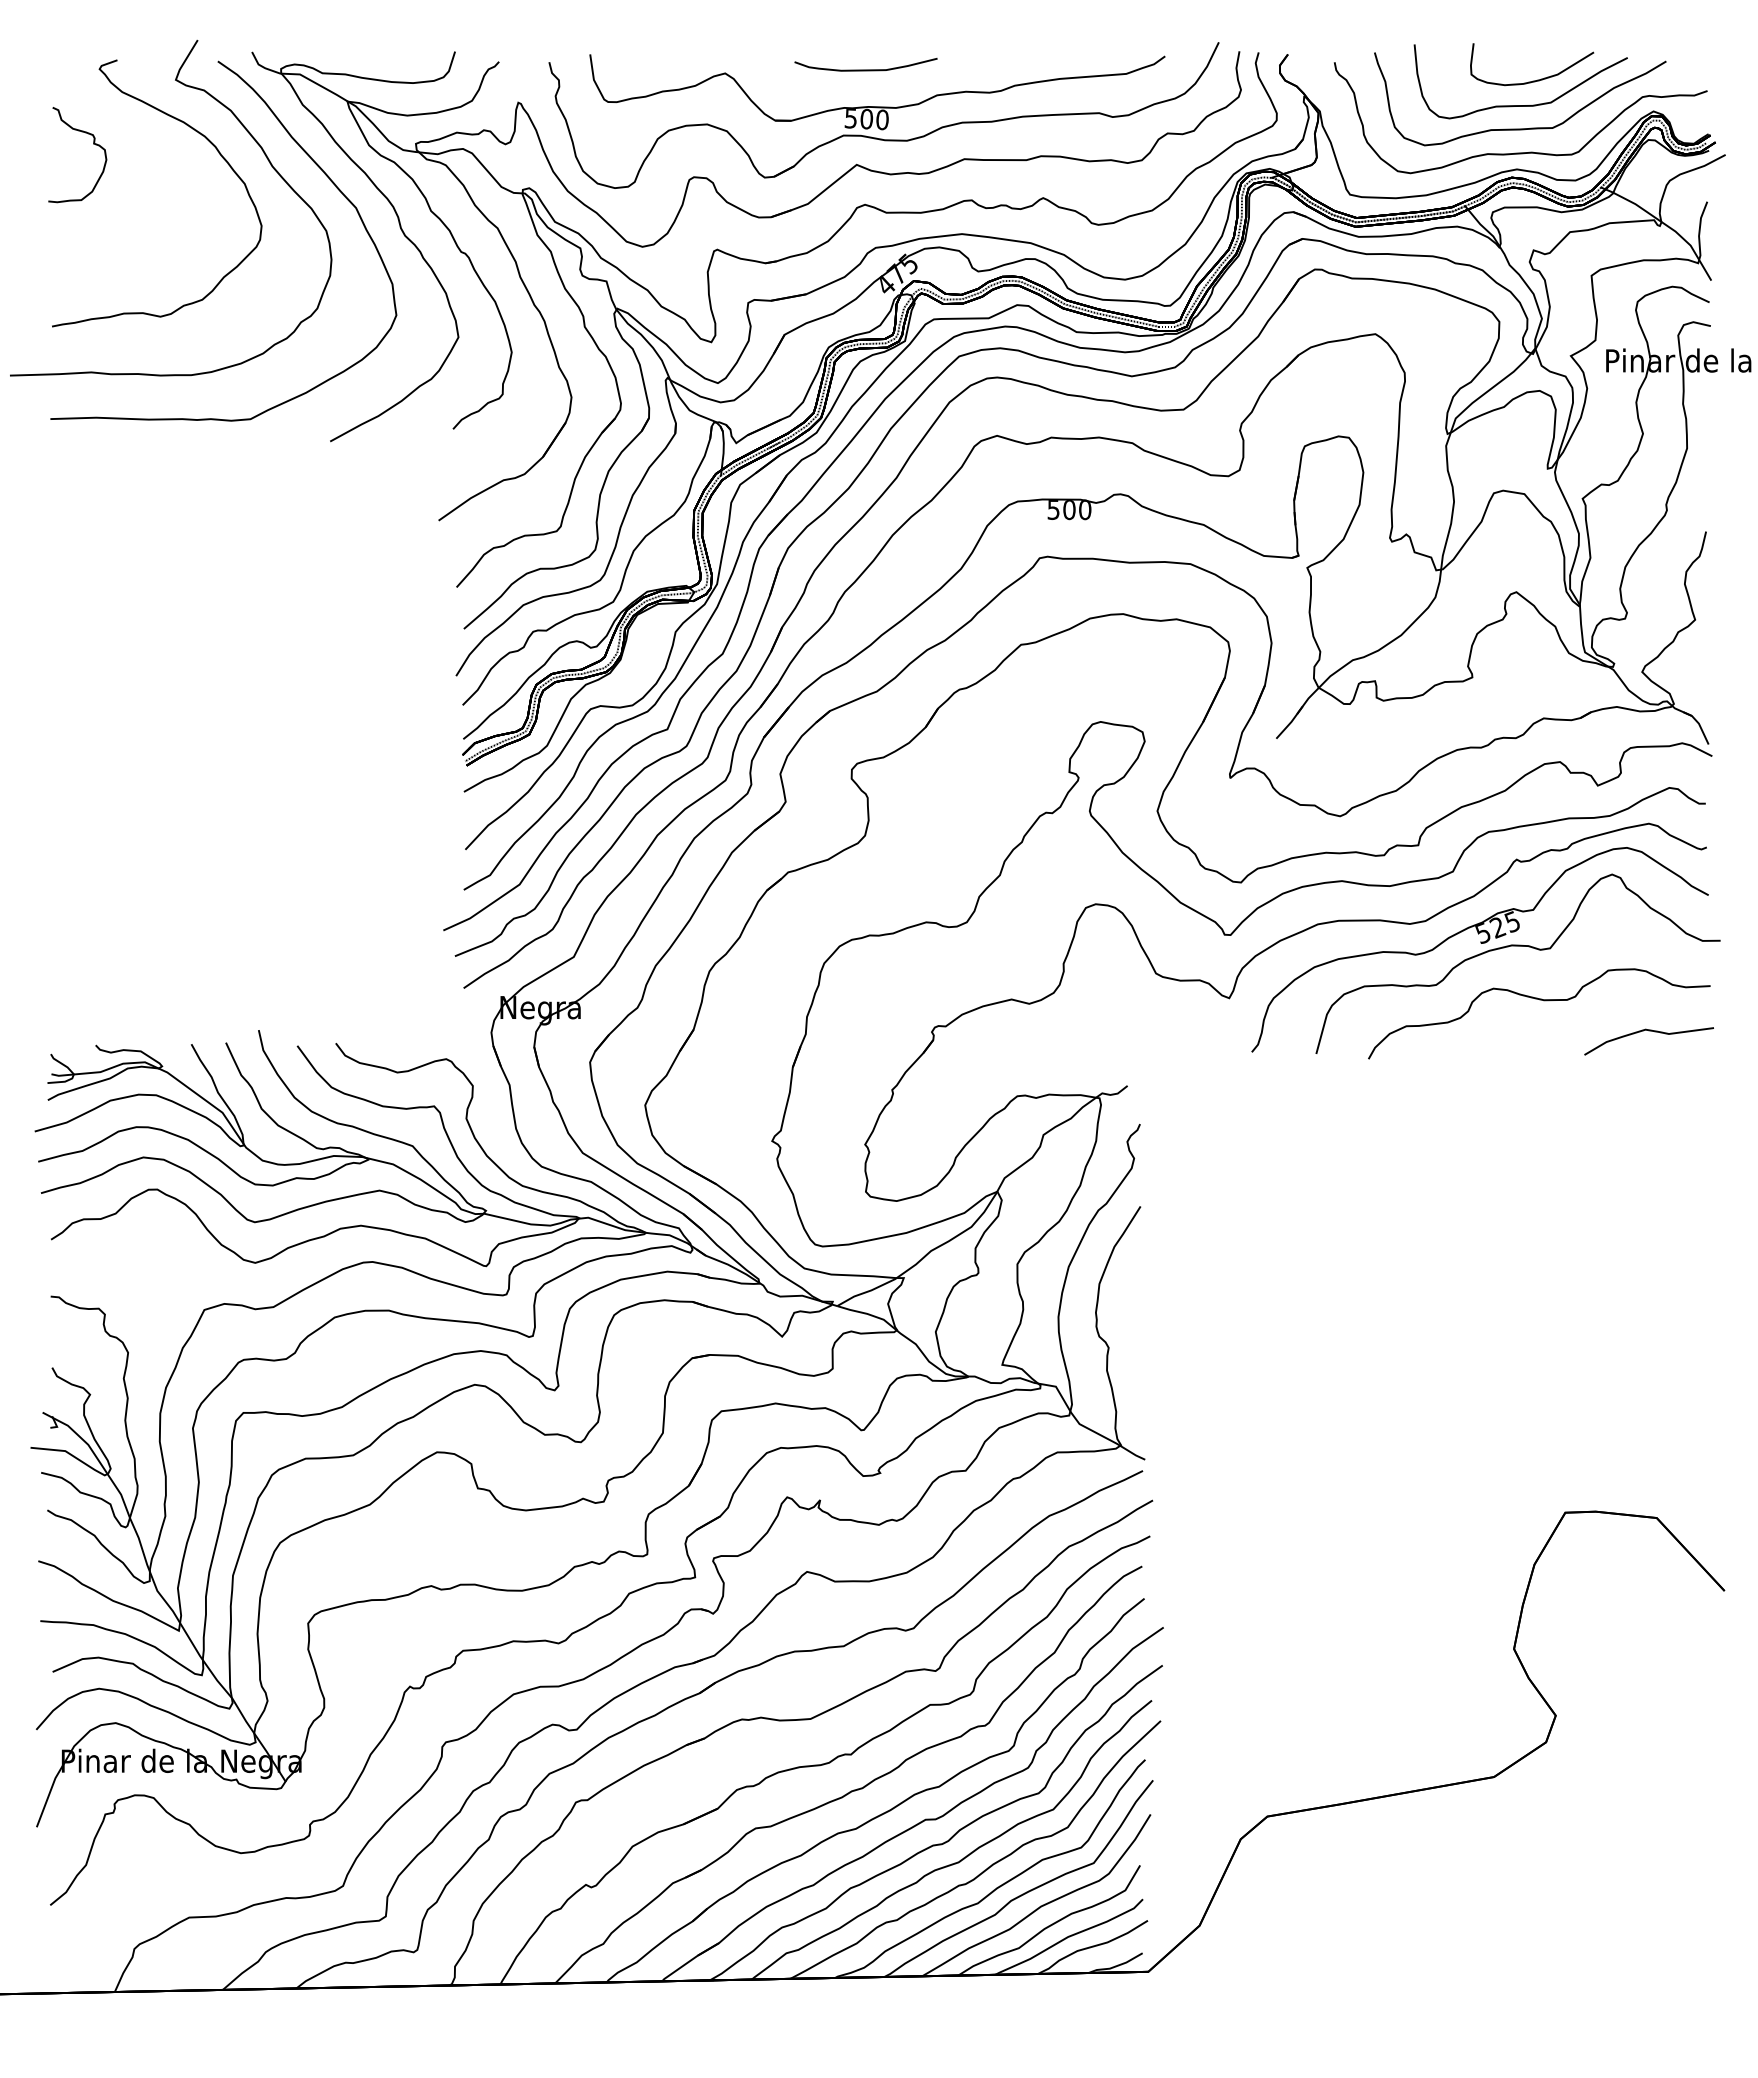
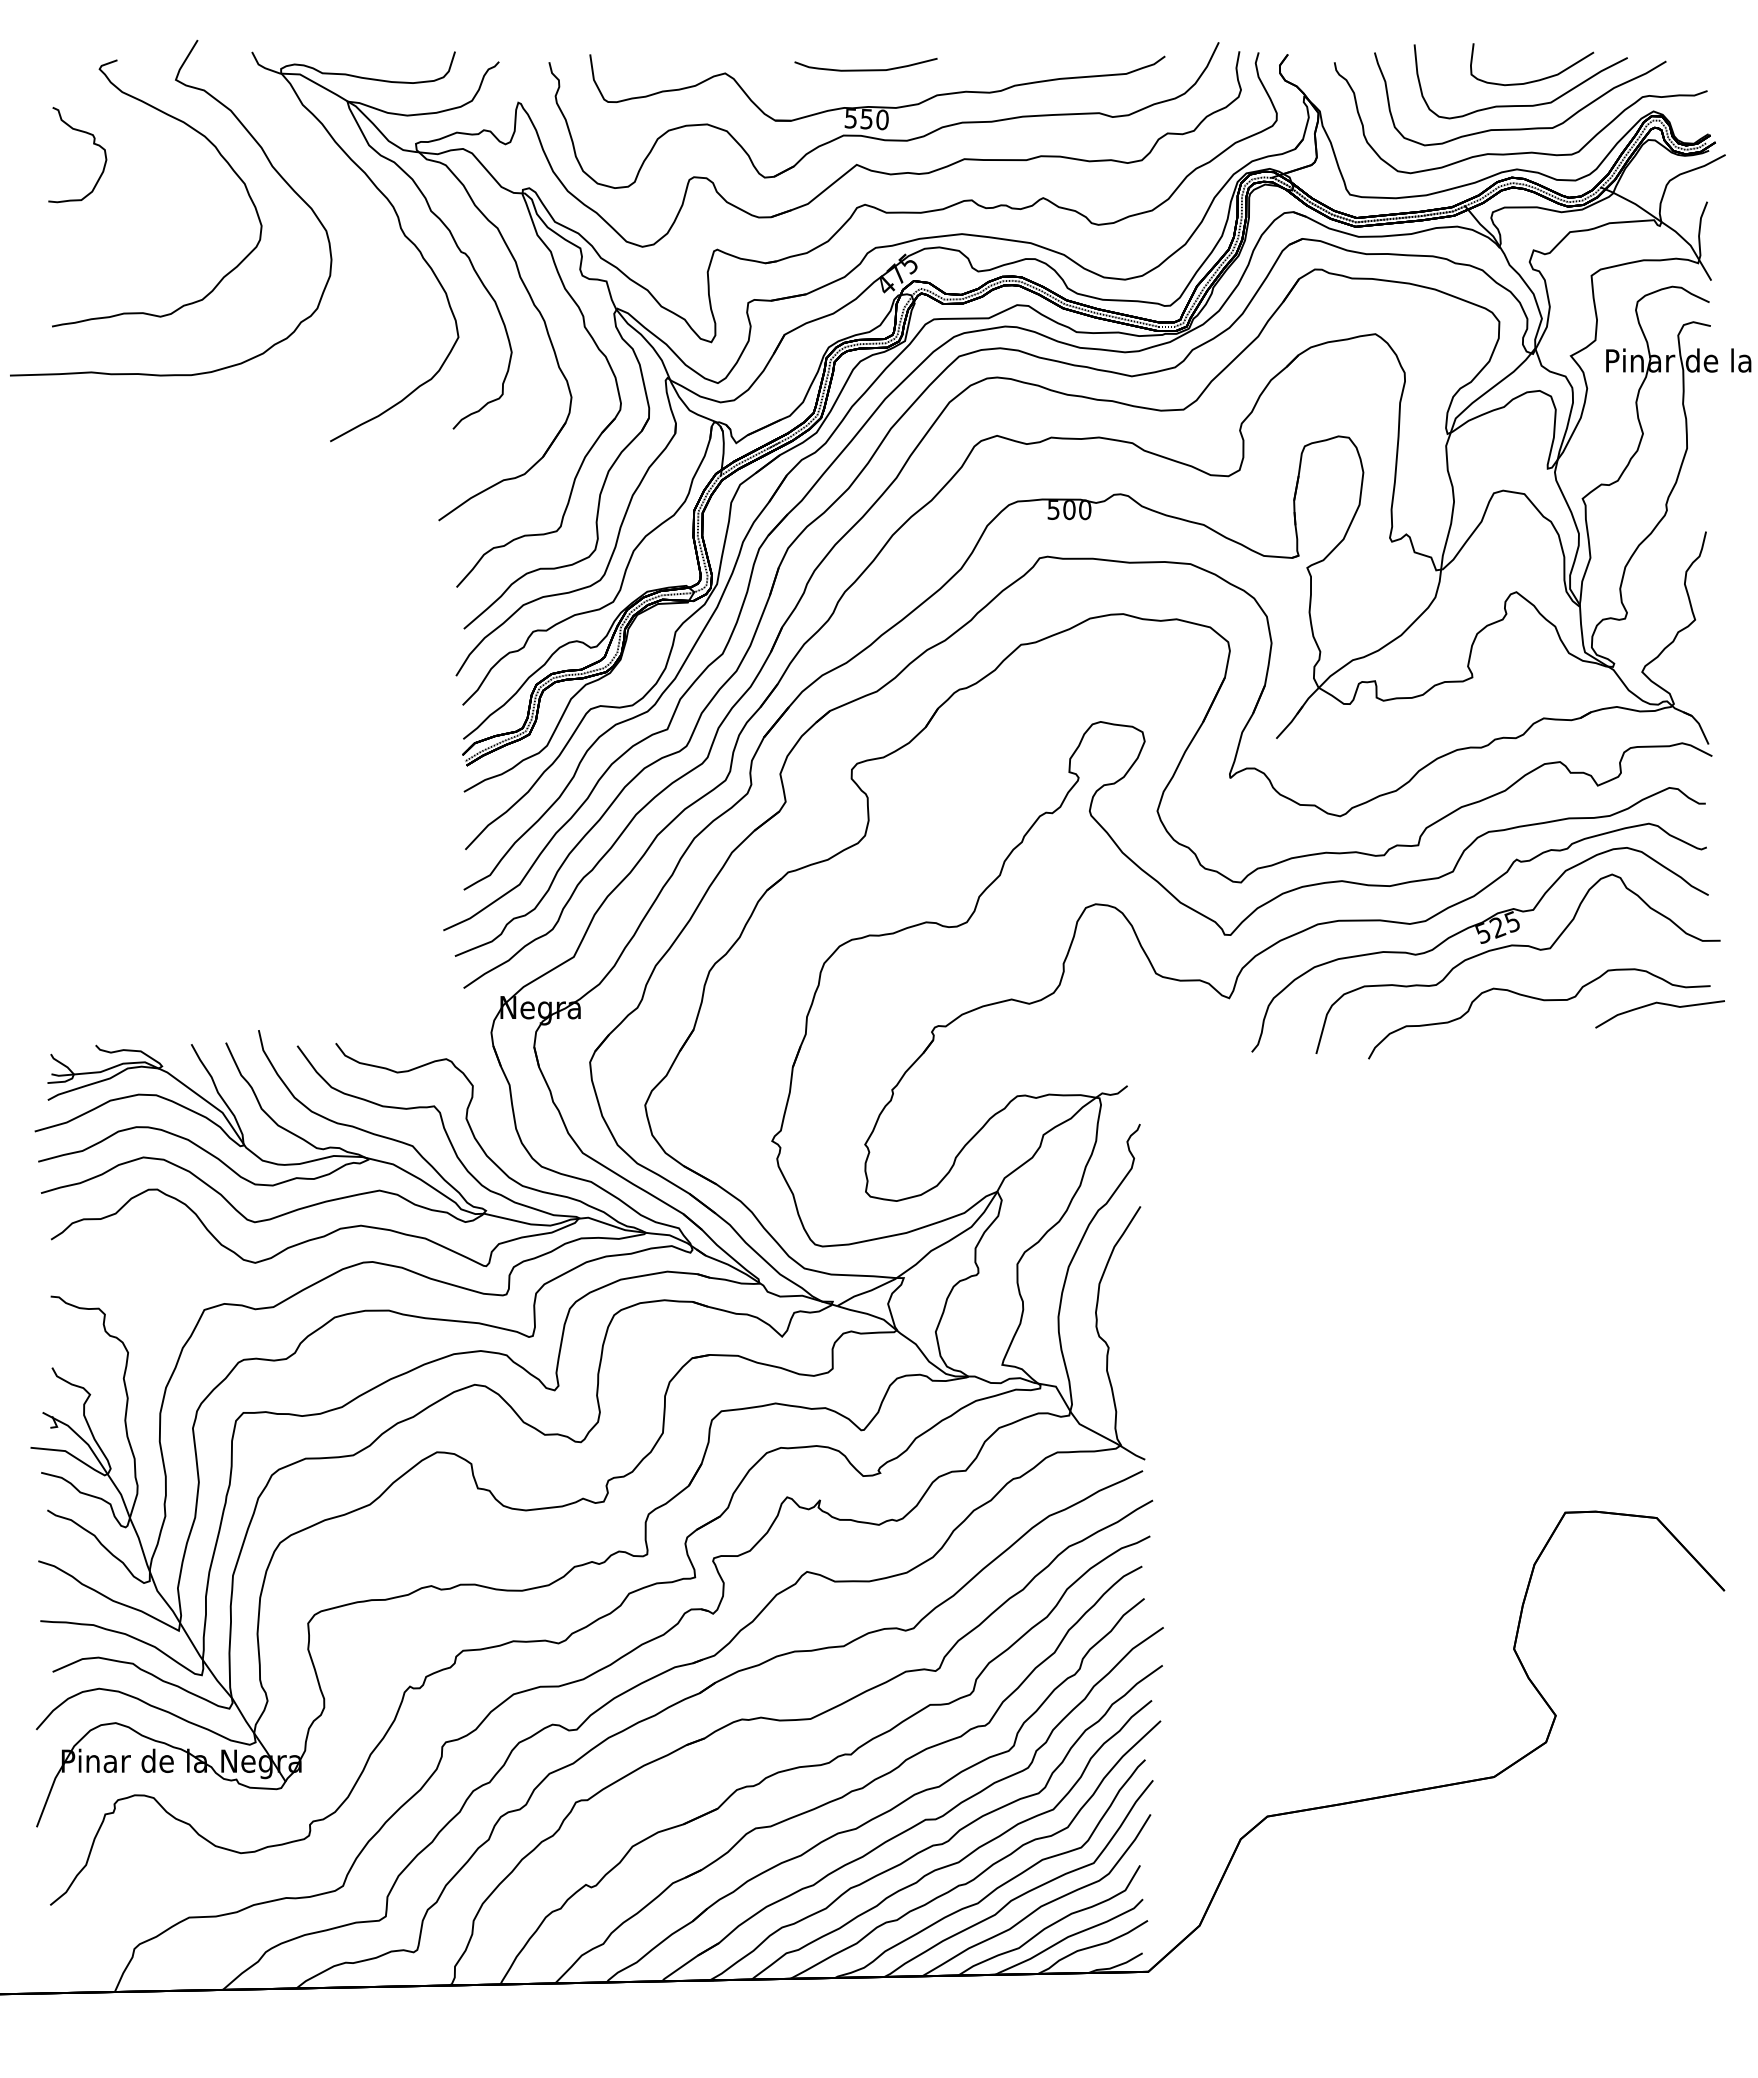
text at (866, 118): 500 -> 550
part at (312, 161): present -> none
part at (1648, 1031) position: (1648, 1031) -> (1659, 1004)
